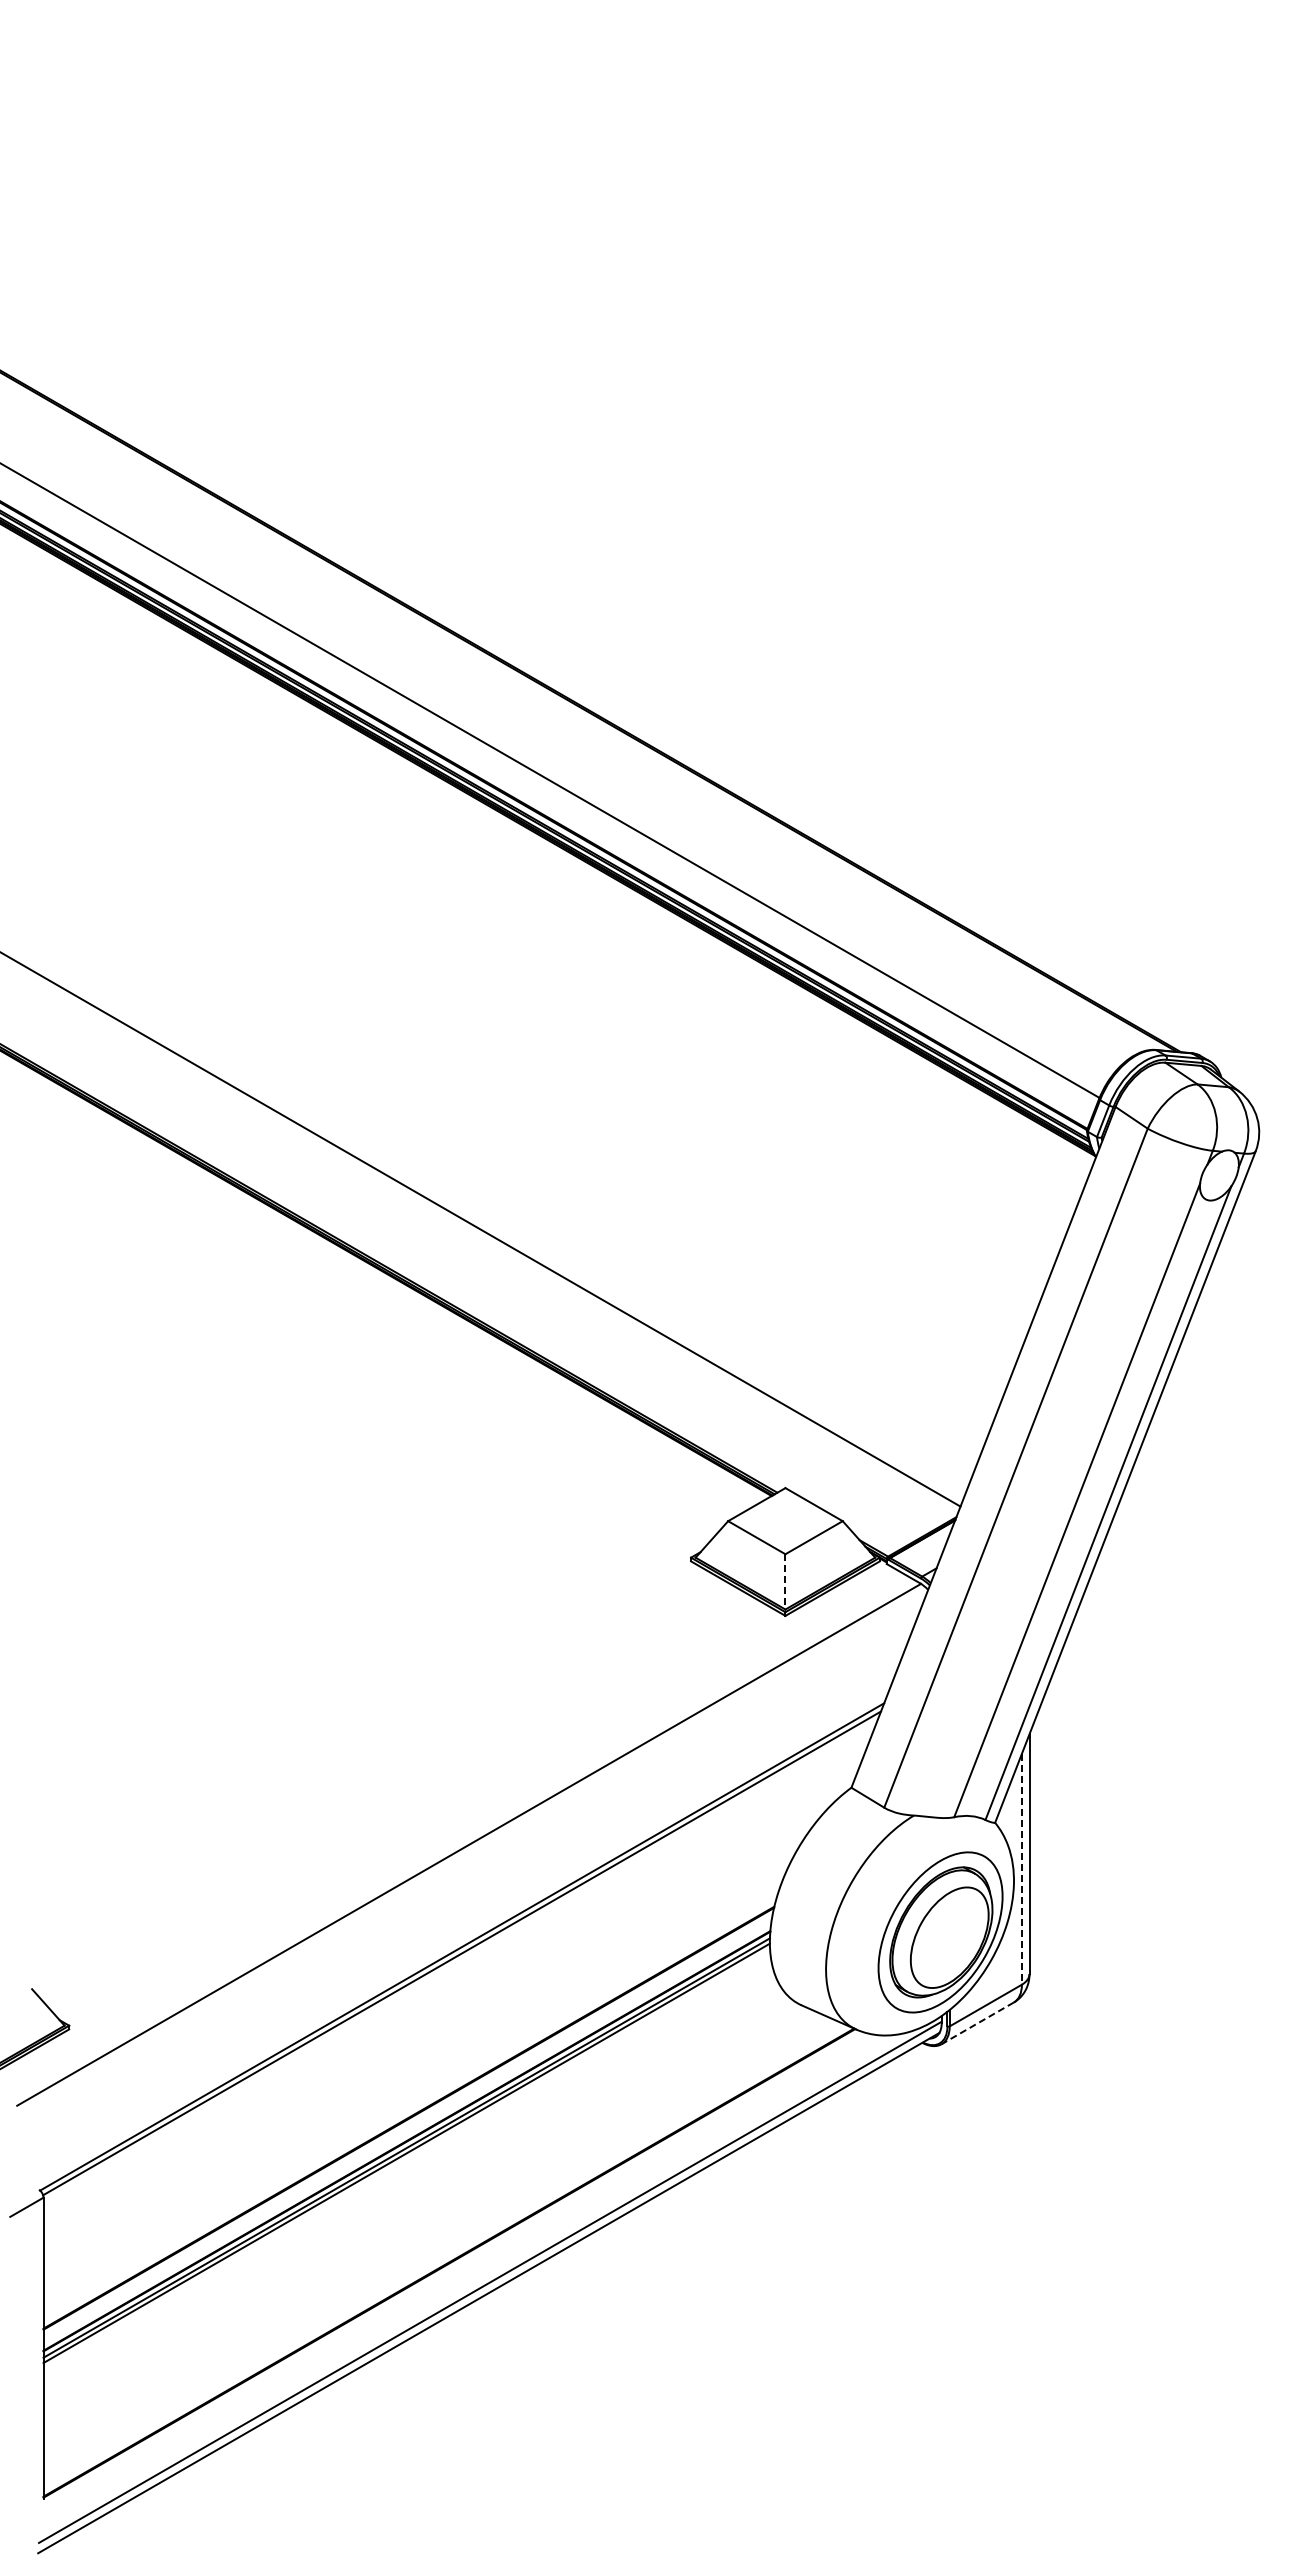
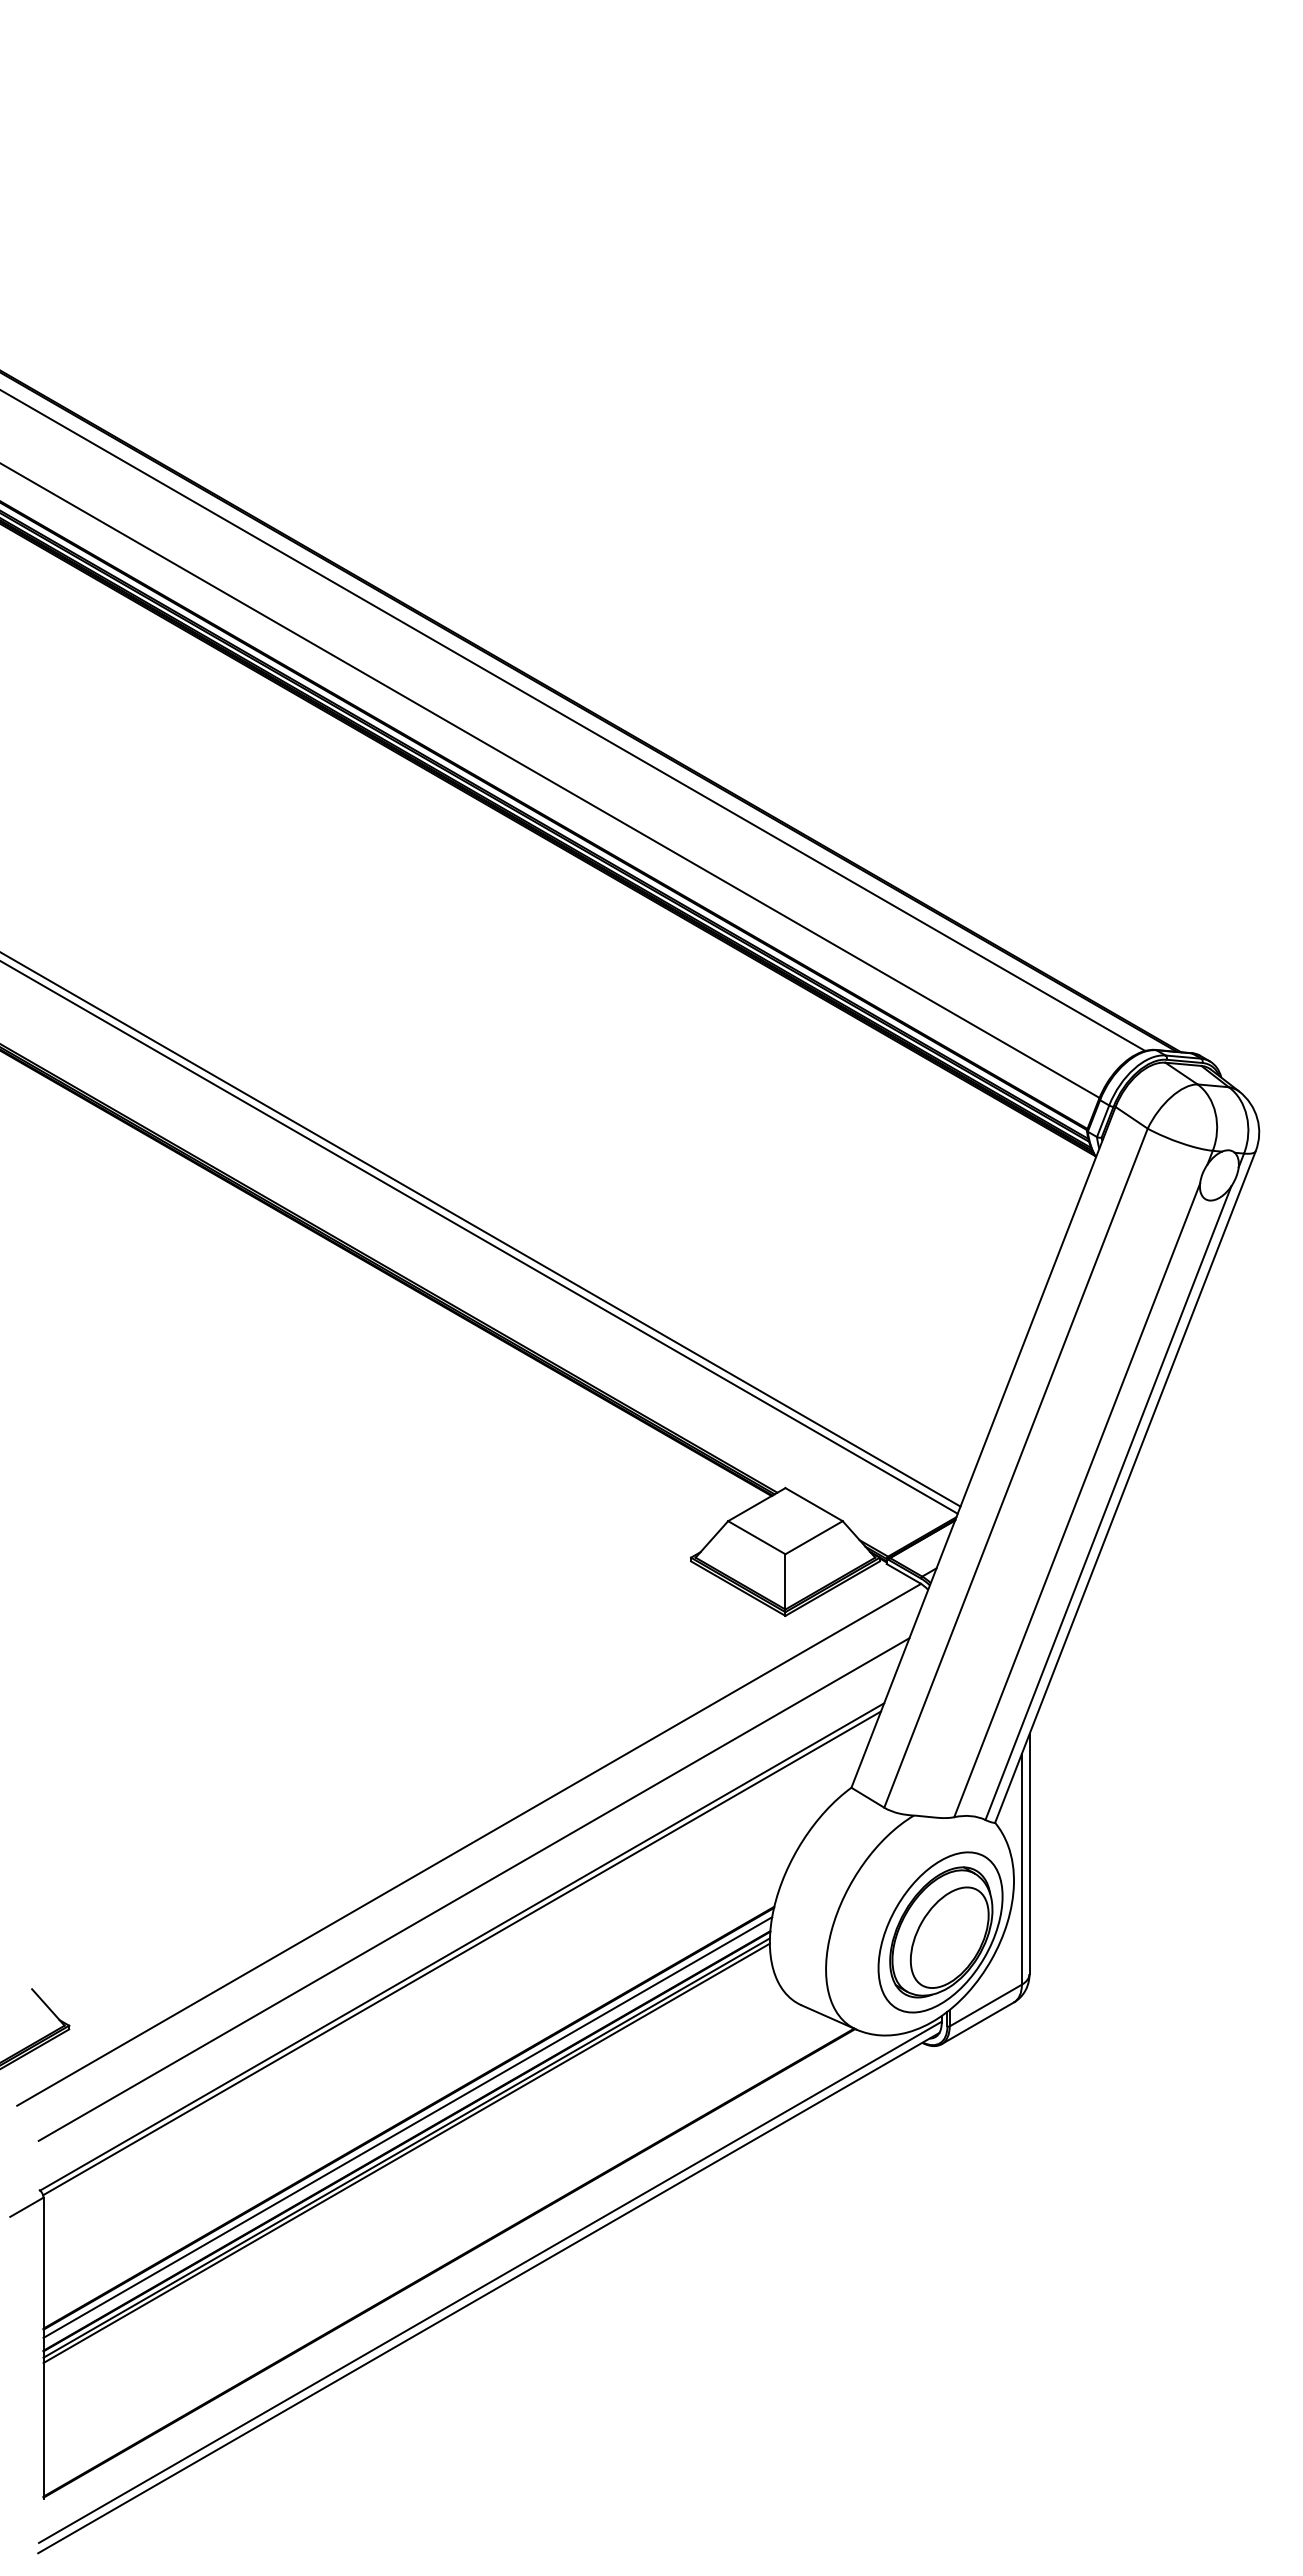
line at (573, 720): none -> present
line at (479, 1237): none -> present
line at (785, 1581): dashed -> solid
line at (1021, 1869): dashed -> solid
line at (473, 1889): none -> present
line at (977, 2023): dashed -> solid
line at (407, 2127): none -> present
